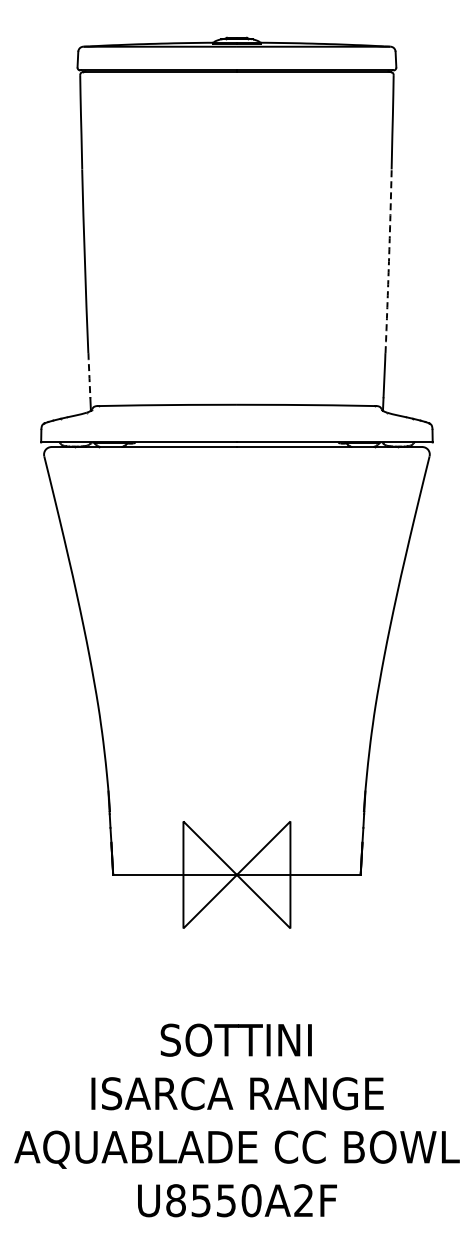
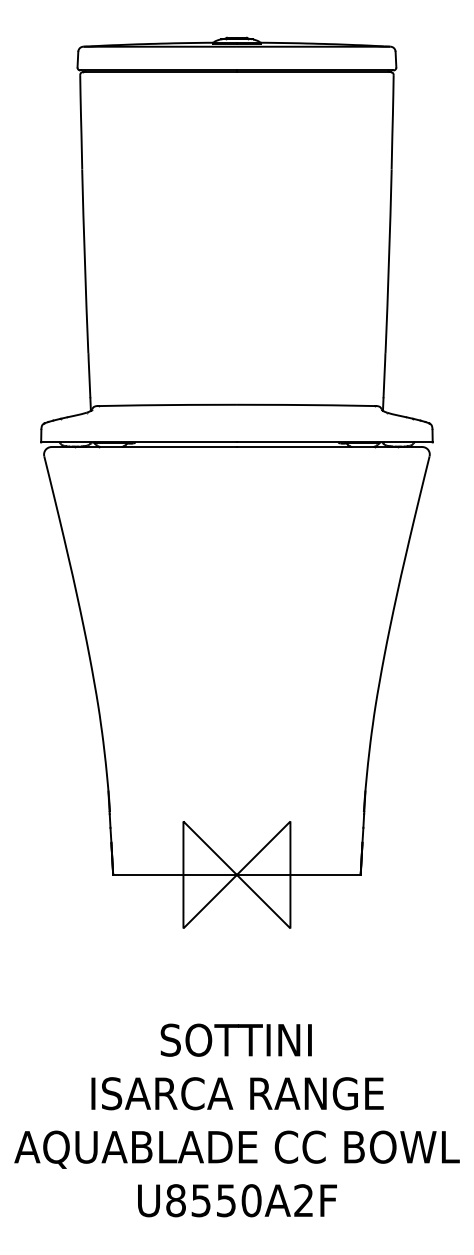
arc at (388, 261): dashed -> solid
line at (89, 375): dashed -> solid
